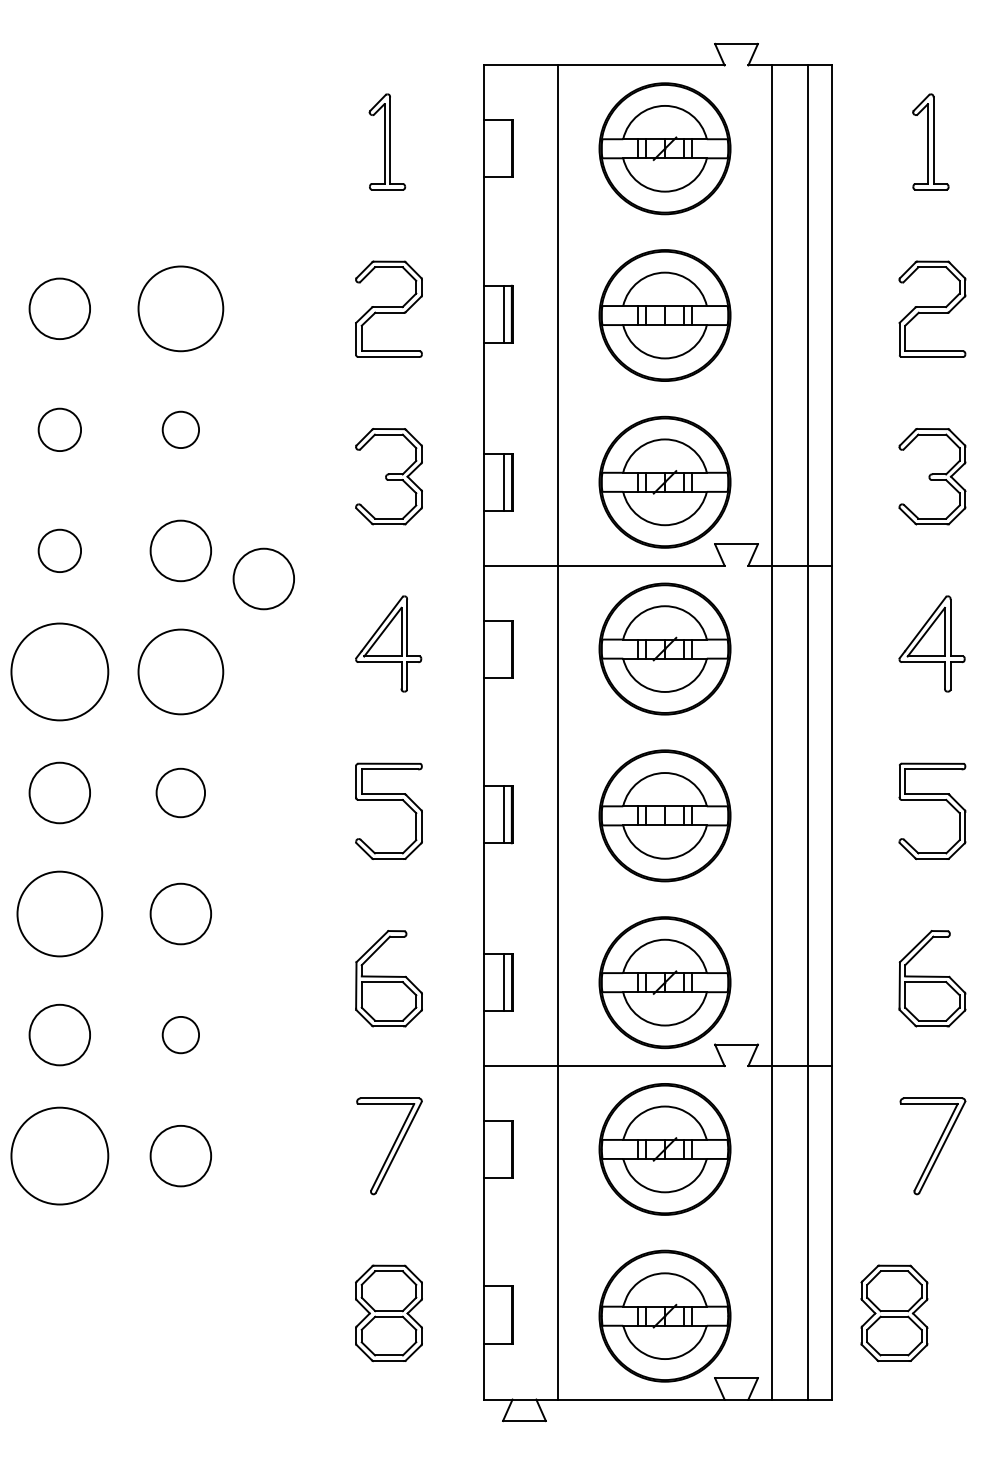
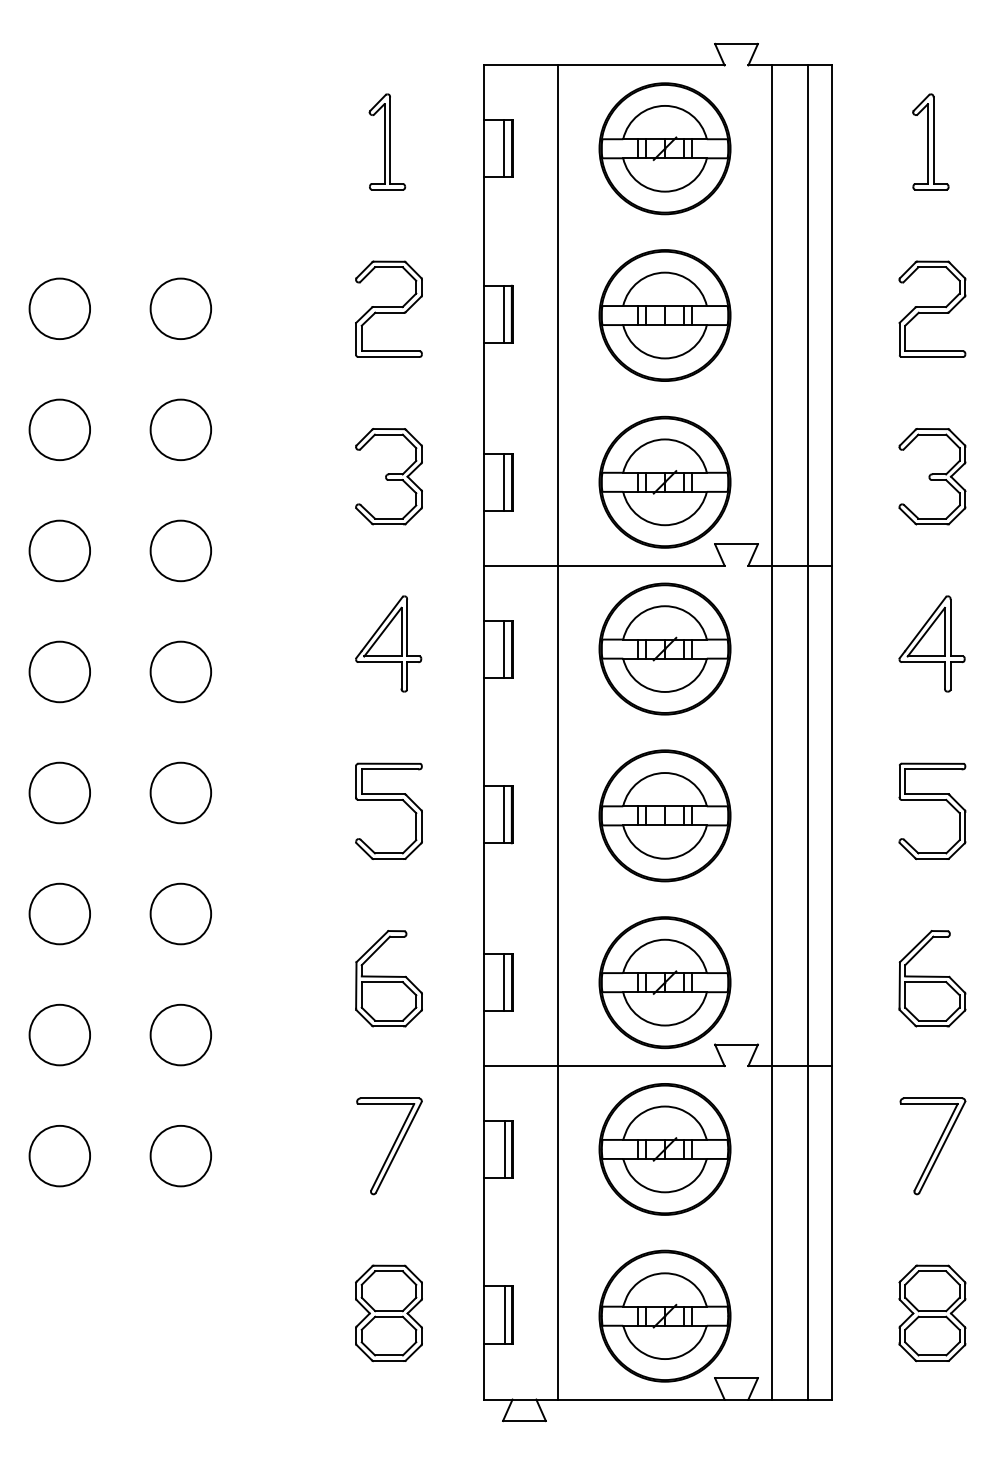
line at (504, 148): none -> present
circle at (180, 308) diameter: 85 px -> 61 px
circle at (59, 429) diameter: 42 px -> 61 px
circle at (180, 429) diameter: 36 px -> 61 px
circle at (59, 550) diameter: 42 px -> 61 px
circle at (263, 578): present -> none
line at (504, 648): none -> present
circle at (59, 671) diameter: 97 px -> 61 px
circle at (180, 671) diameter: 85 px -> 61 px
circle at (180, 792) size: 51x52 px -> 63x64 px
circle at (59, 913) diameter: 85 px -> 61 px
circle at (180, 1034) diameter: 36 px -> 61 px
line at (504, 1149): none -> present
circle at (59, 1155) diameter: 97 px -> 61 px
part at (894, 1313) position: (894, 1313) -> (932, 1313)
line at (504, 1314): none -> present
